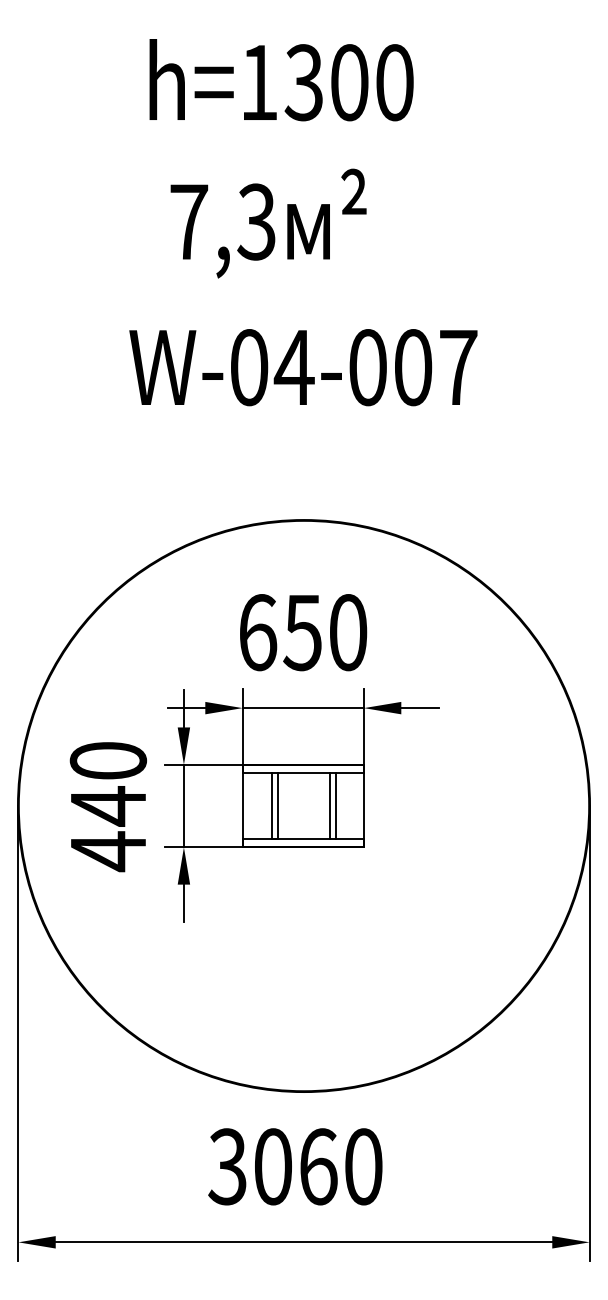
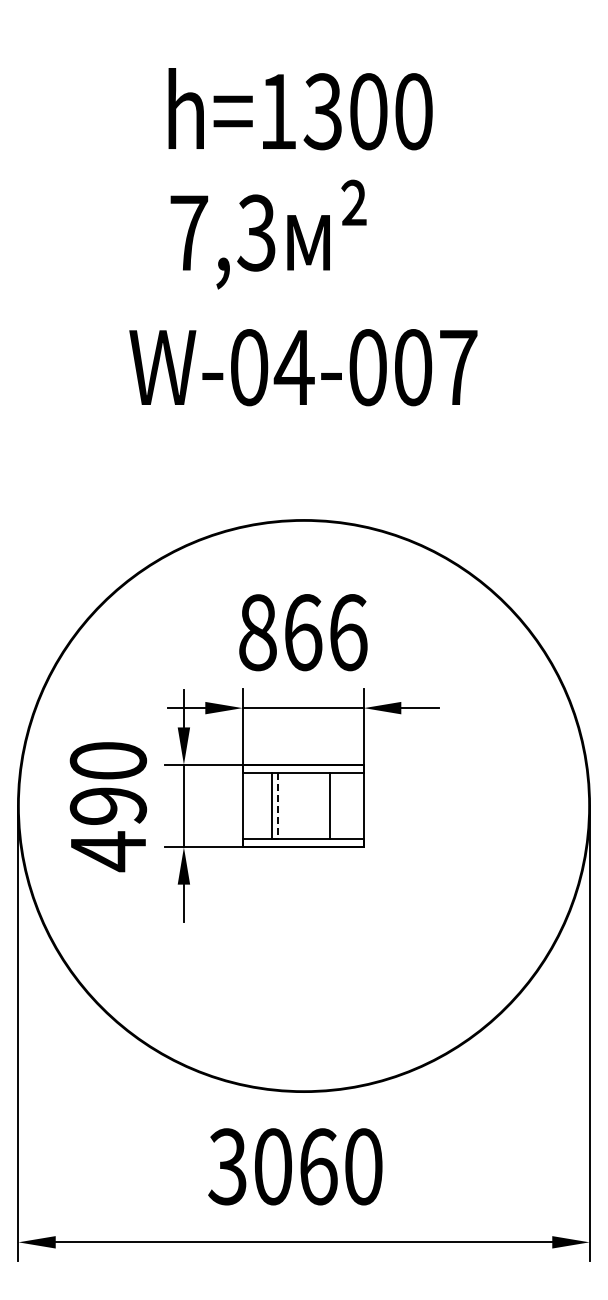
text at (281, 80) position: (281, 80) -> (300, 109)
text at (268, 223) position: (268, 223) -> (268, 234)
text at (303, 632): 650 -> 866
line at (335, 805): present -> none
text at (108, 806): 440 -> 490
line at (278, 806): solid -> dashed
